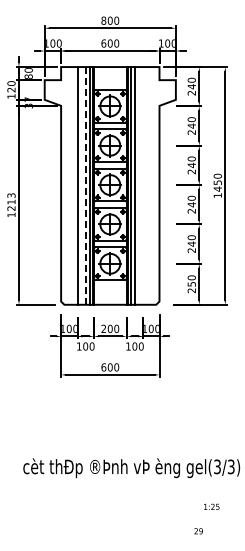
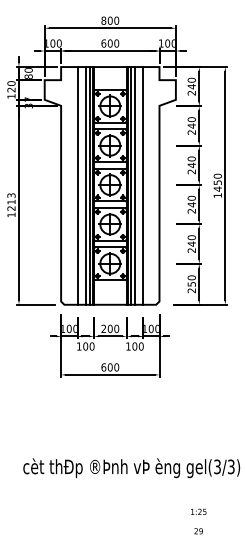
line at (85, 185): dashed -> solid
line at (143, 185): none -> present
text at (211, 506) position: (211, 506) -> (198, 511)
